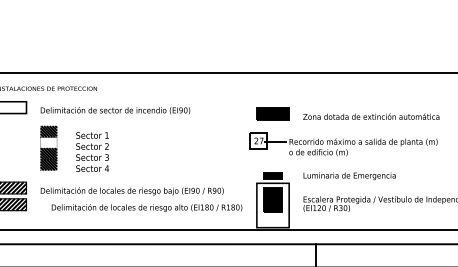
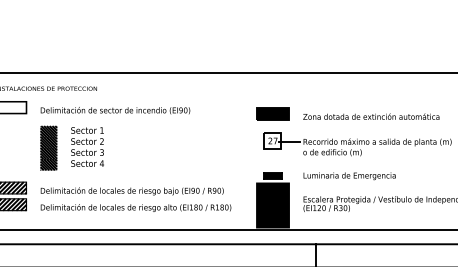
hatch at (48, 142): none -> present
part at (343, 144) position: (343, 144) -> (357, 144)
text at (92, 151) position: (92, 151) -> (87, 146)
fill at (272, 205): none -> present
text at (146, 207) position: (146, 207) -> (135, 207)
